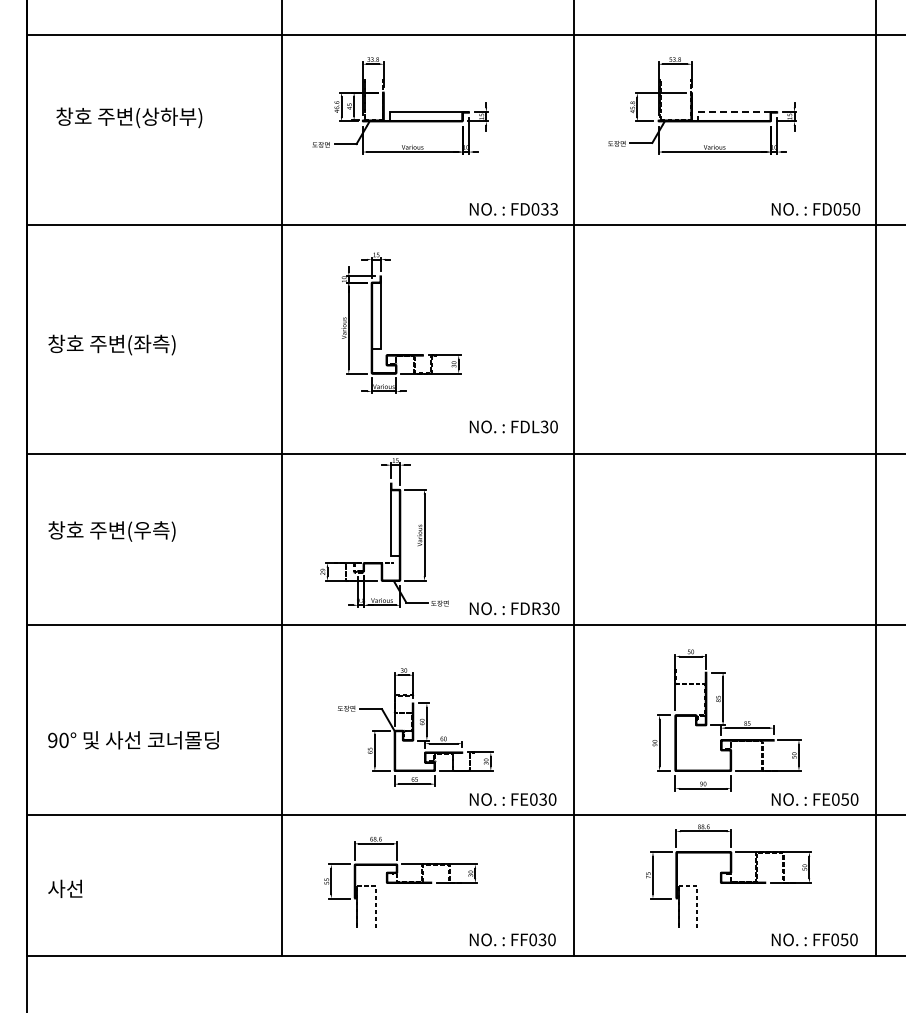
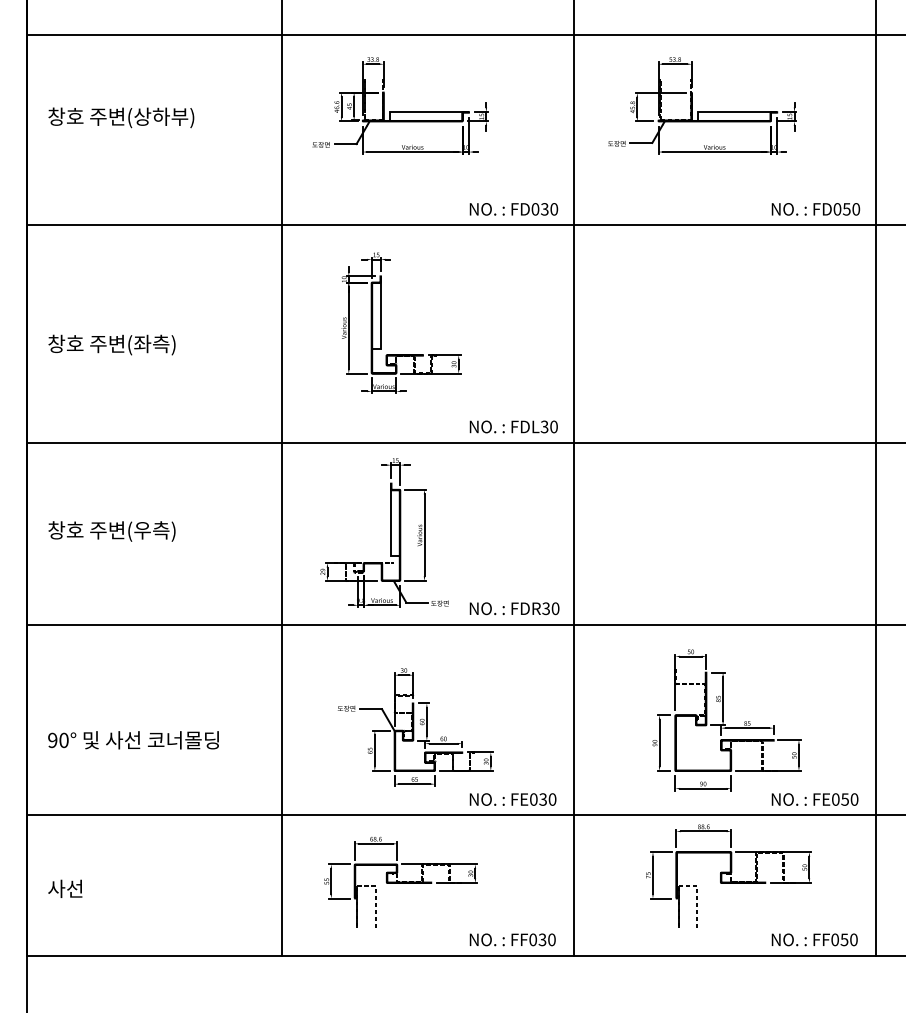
line at (729, 112): dashed -> solid
text at (129, 117) position: (129, 117) -> (121, 117)
text at (554, 209): FD033 -> FD030
line at (464, 453) position: (464, 453) -> (464, 442)
